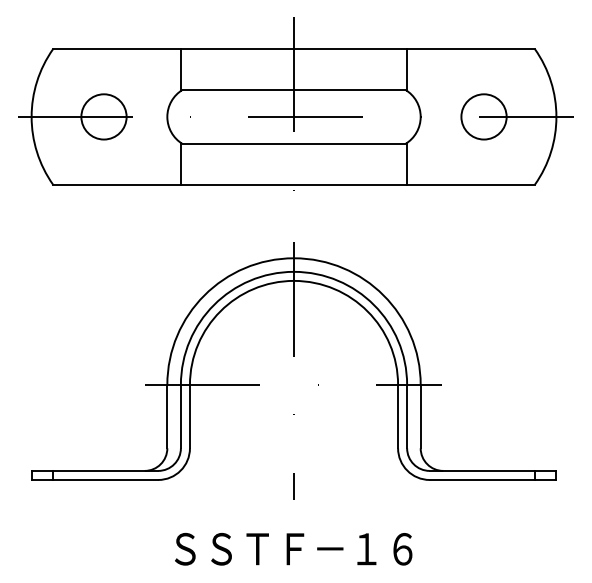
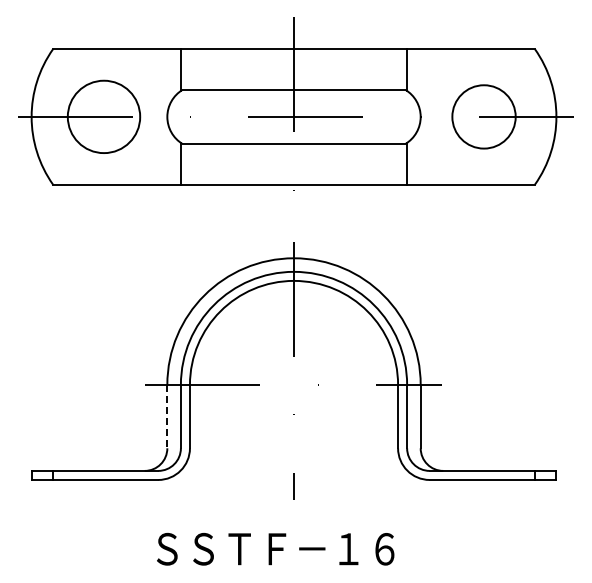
circle at (103, 116) diameter: 45 px -> 72 px
circle at (483, 116) diameter: 45 px -> 63 px
line at (167, 416): solid -> dashed
text at (293, 549) position: (293, 549) -> (275, 549)
